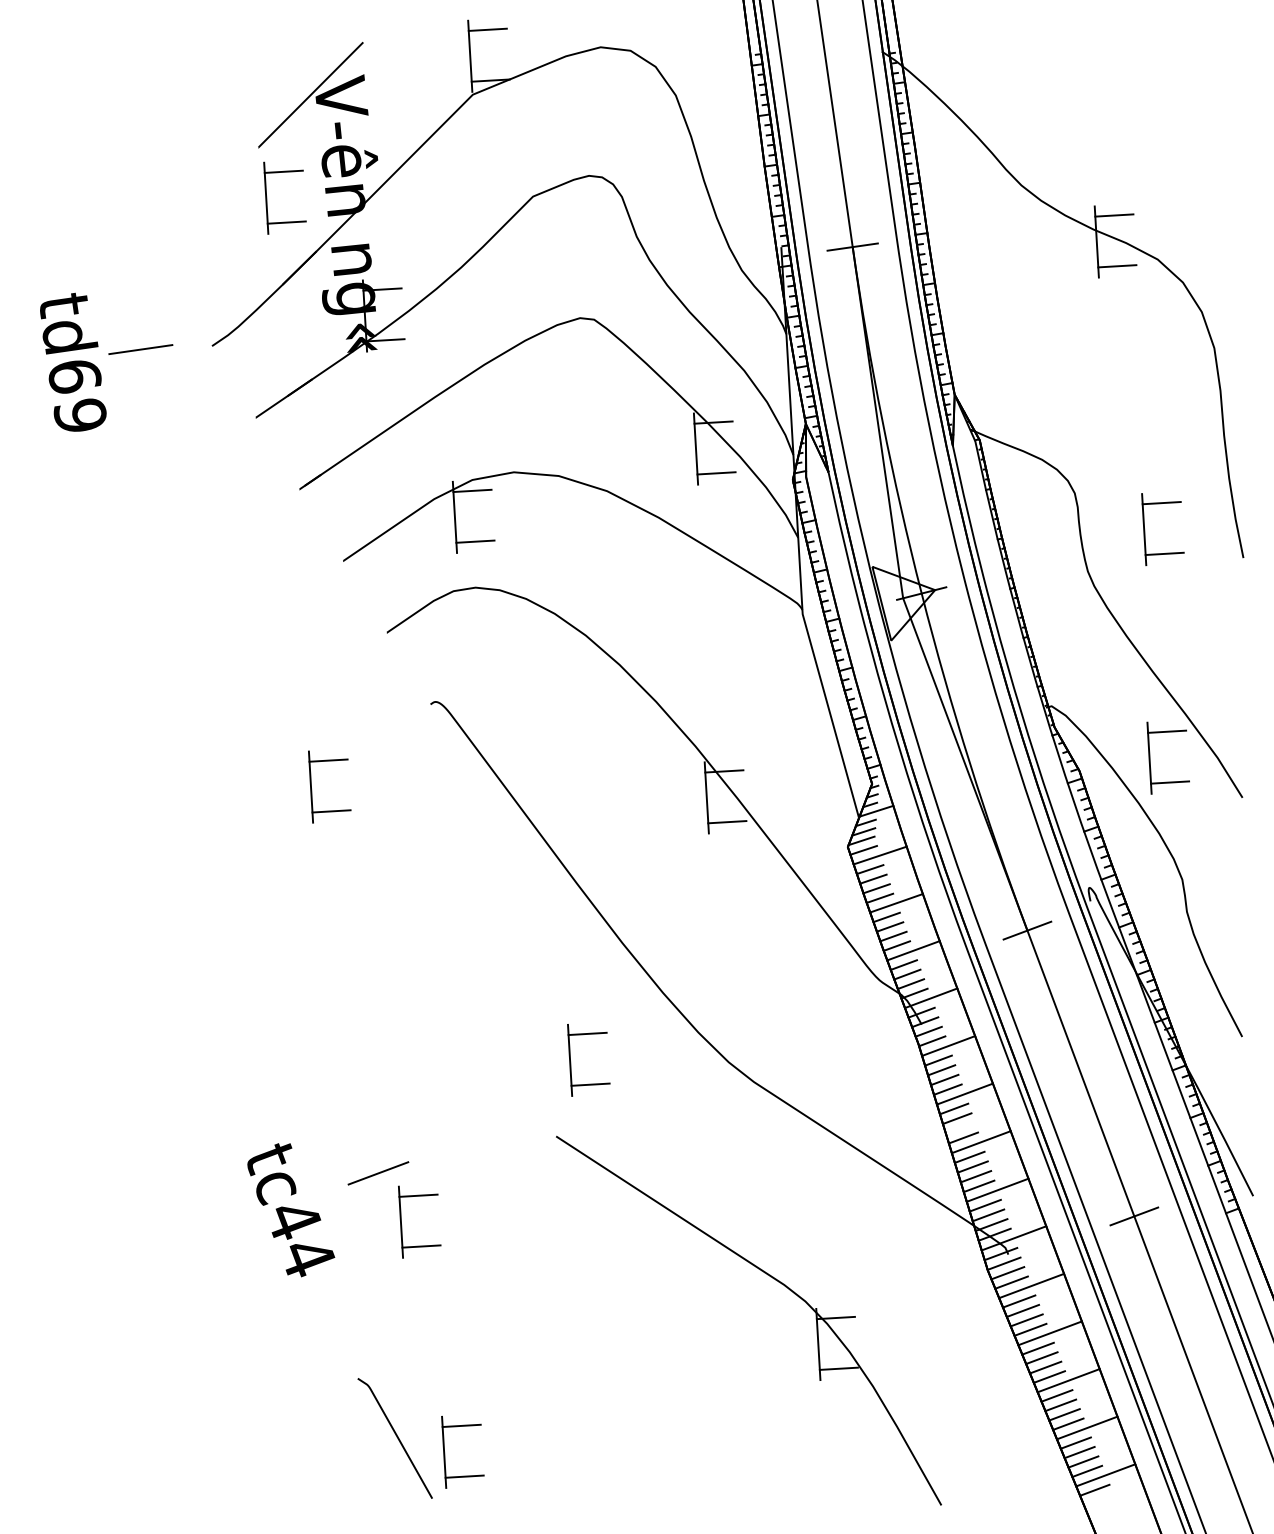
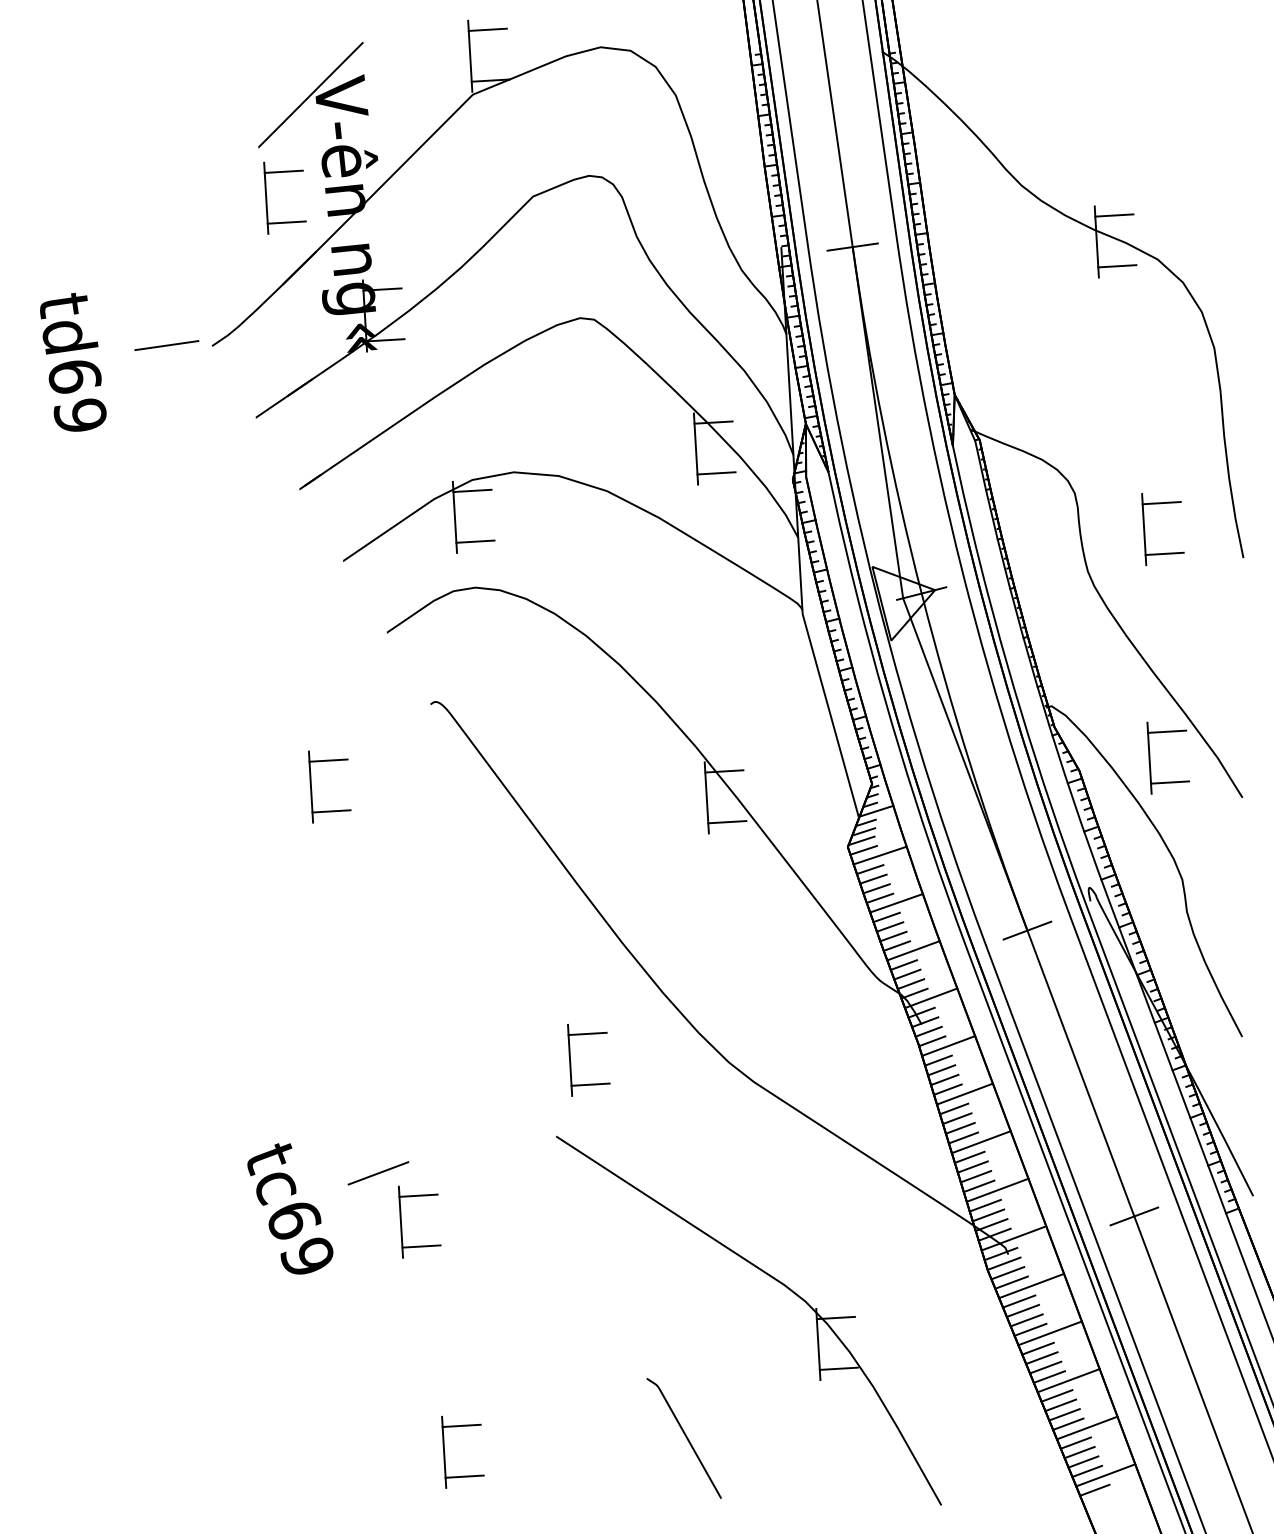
line at (140, 349) position: (140, 349) -> (166, 345)
line at (959, 1127): none -> present
text at (301, 1239): tc44 -> tc69
curve at (396, 1437) position: (396, 1437) -> (685, 1437)
